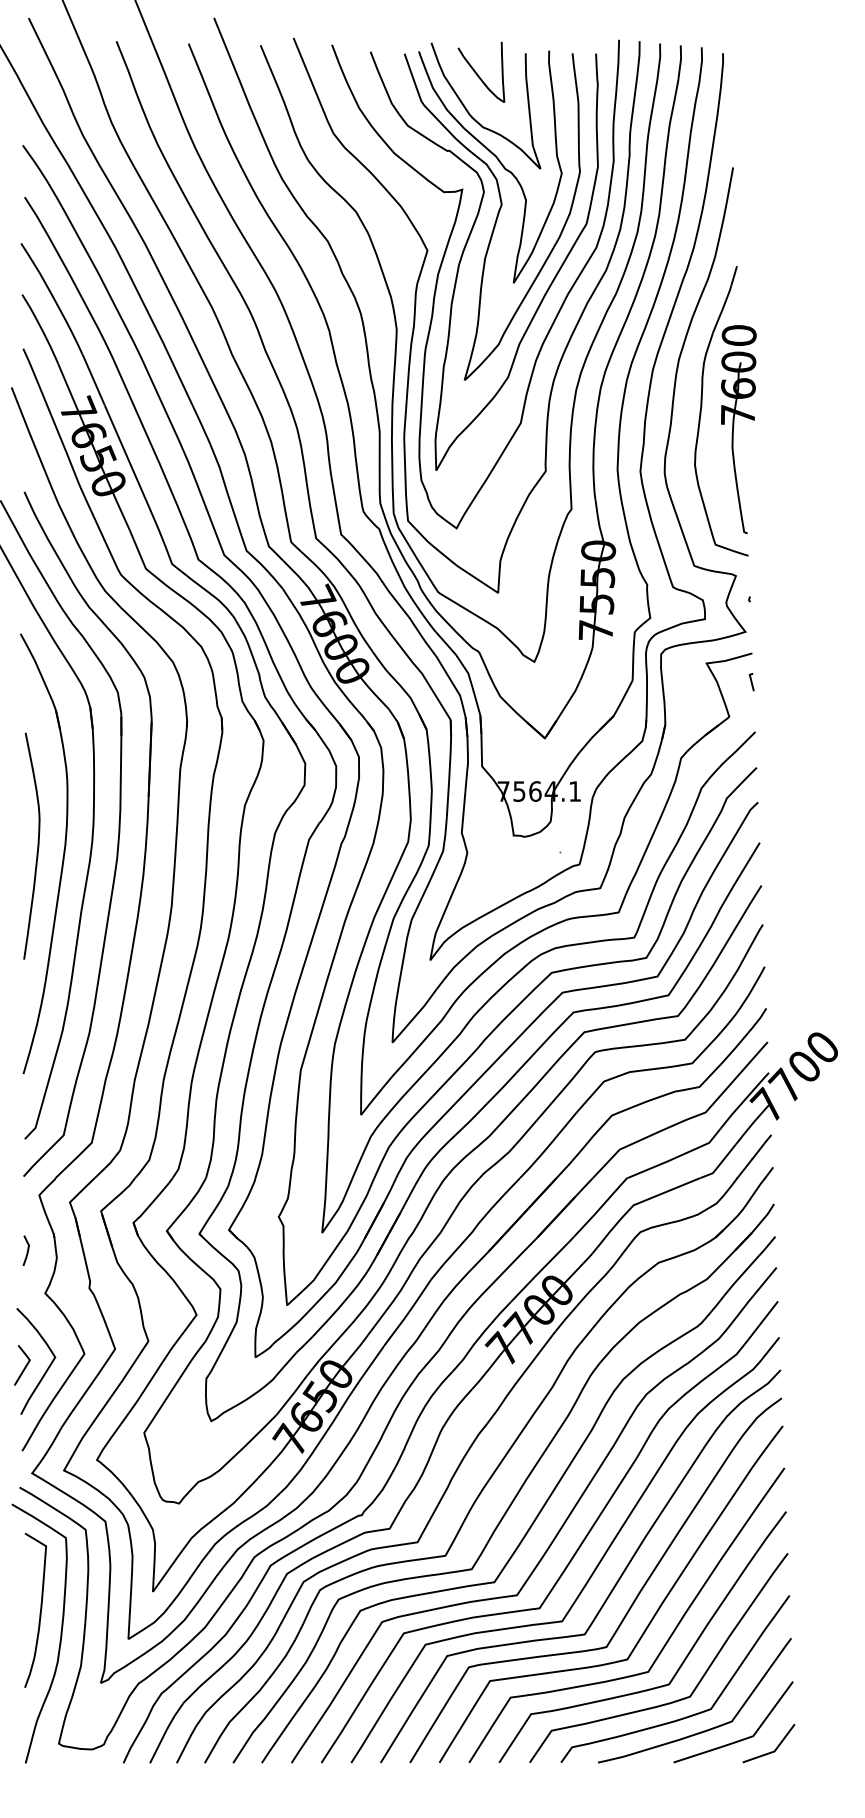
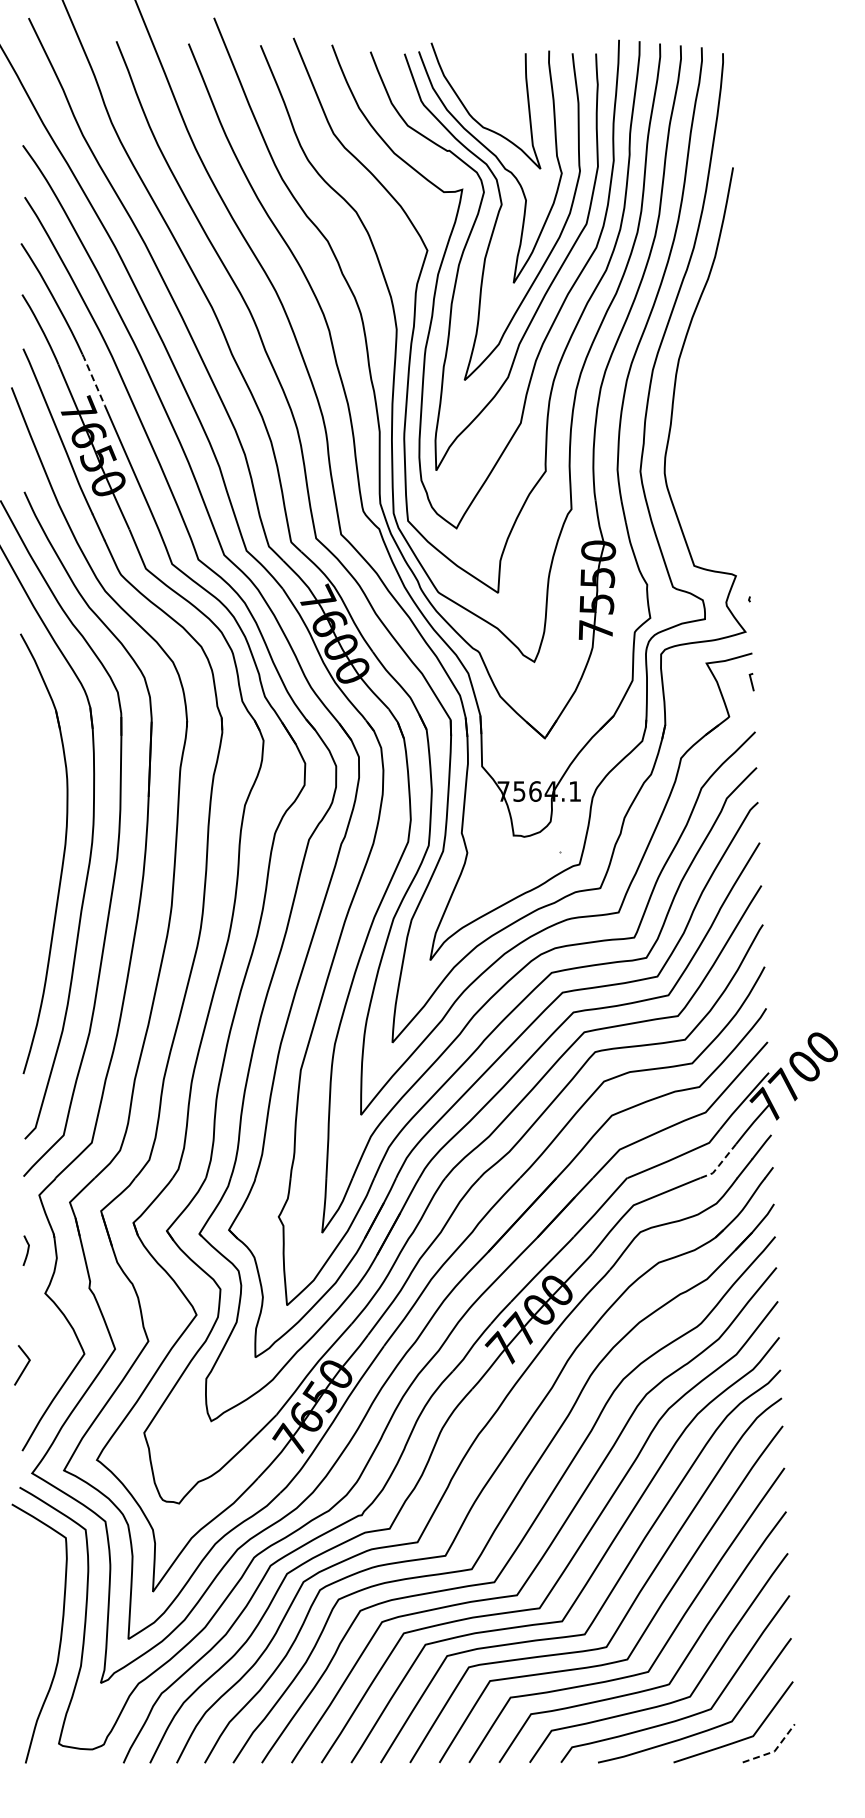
curve at (478, 74): present -> none
line at (93, 379): solid -> dashed
part at (725, 411): present -> none
curve at (37, 845): present -> none
line at (719, 1165): solid -> dashed
curve at (47, 1367): present -> none
curve at (40, 1609): present -> none
line at (774, 1751): solid -> dashed
